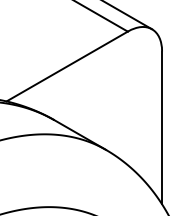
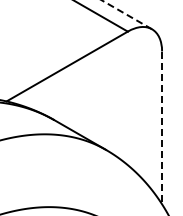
line at (126, 14): solid -> dashed
line at (162, 128): solid -> dashed
